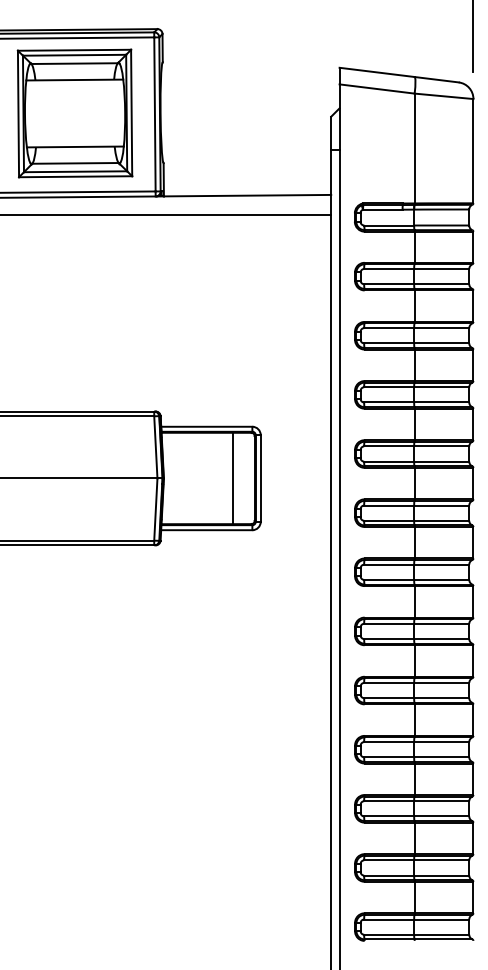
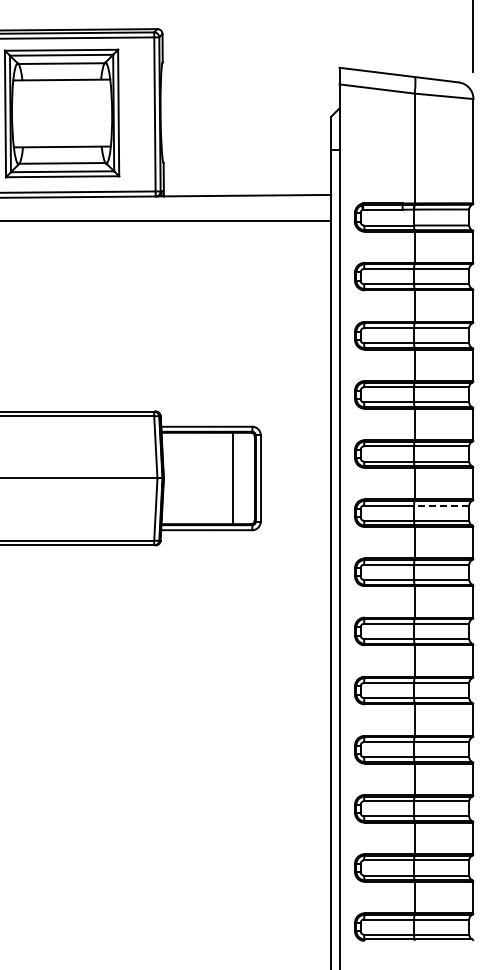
part at (74, 113) position: (74, 113) -> (61, 113)
line at (166, 214) position: (166, 214) -> (166, 220)
line at (441, 505): solid -> dashed
